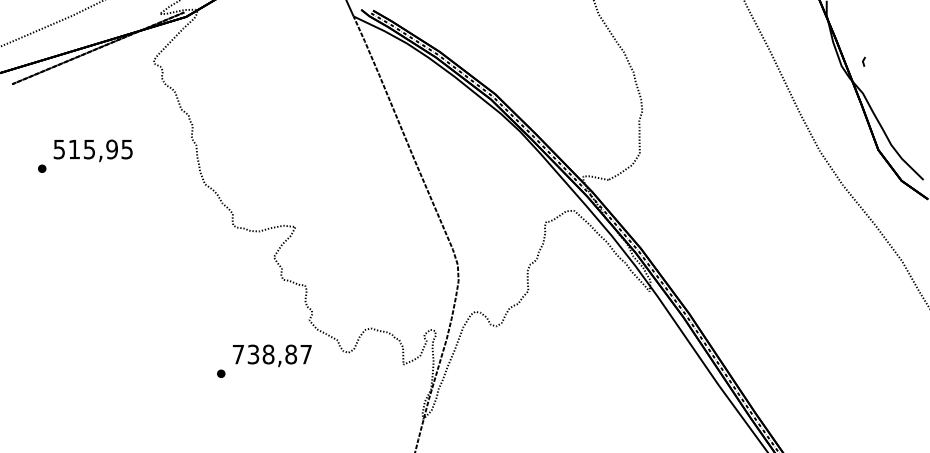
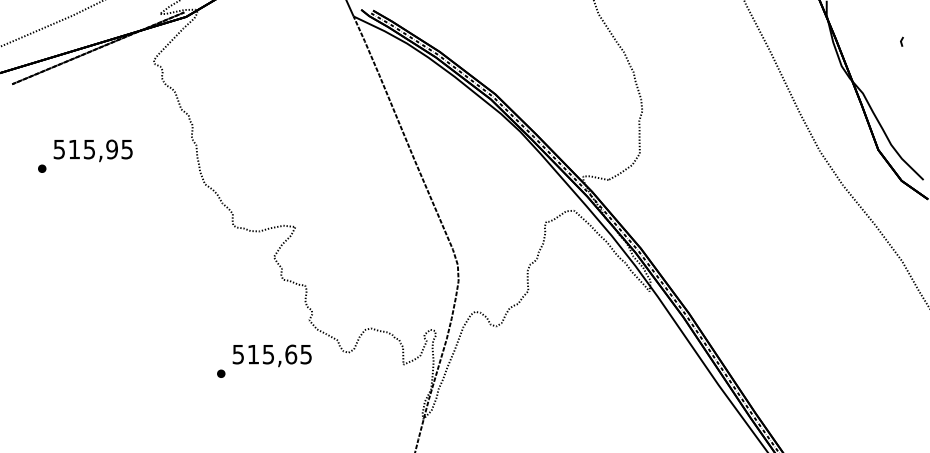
line at (863, 61) position: (863, 61) -> (901, 41)
text at (271, 354): 738,87 -> 515,65
